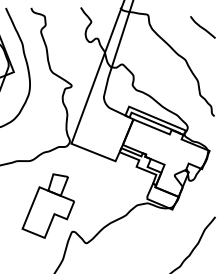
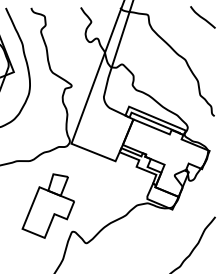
curve at (202, 27) position: (202, 27) -> (202, 17)
